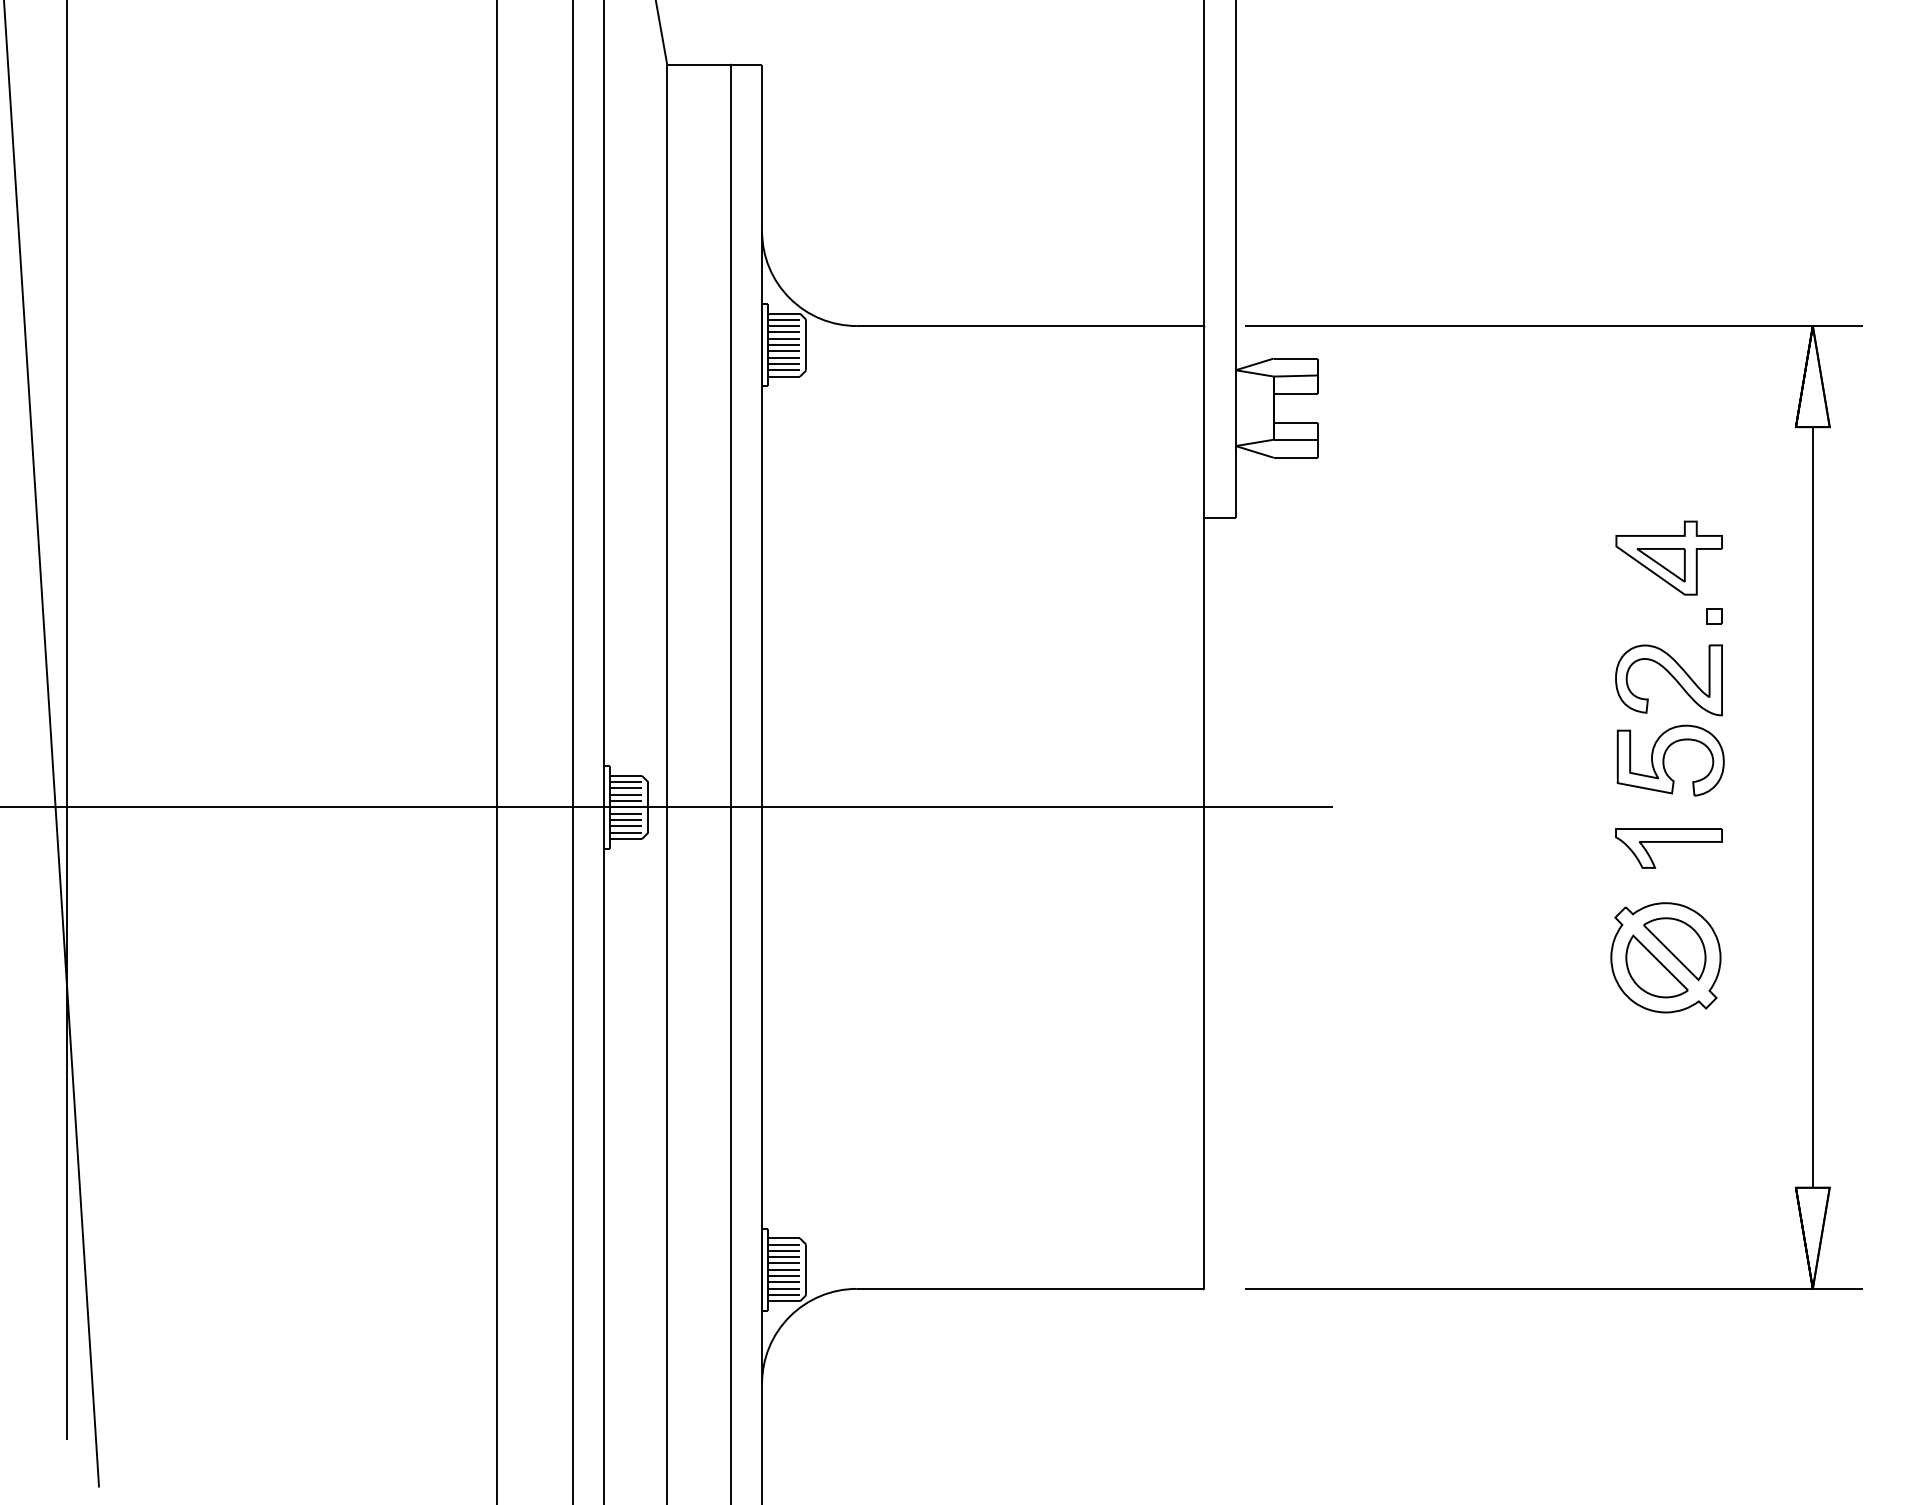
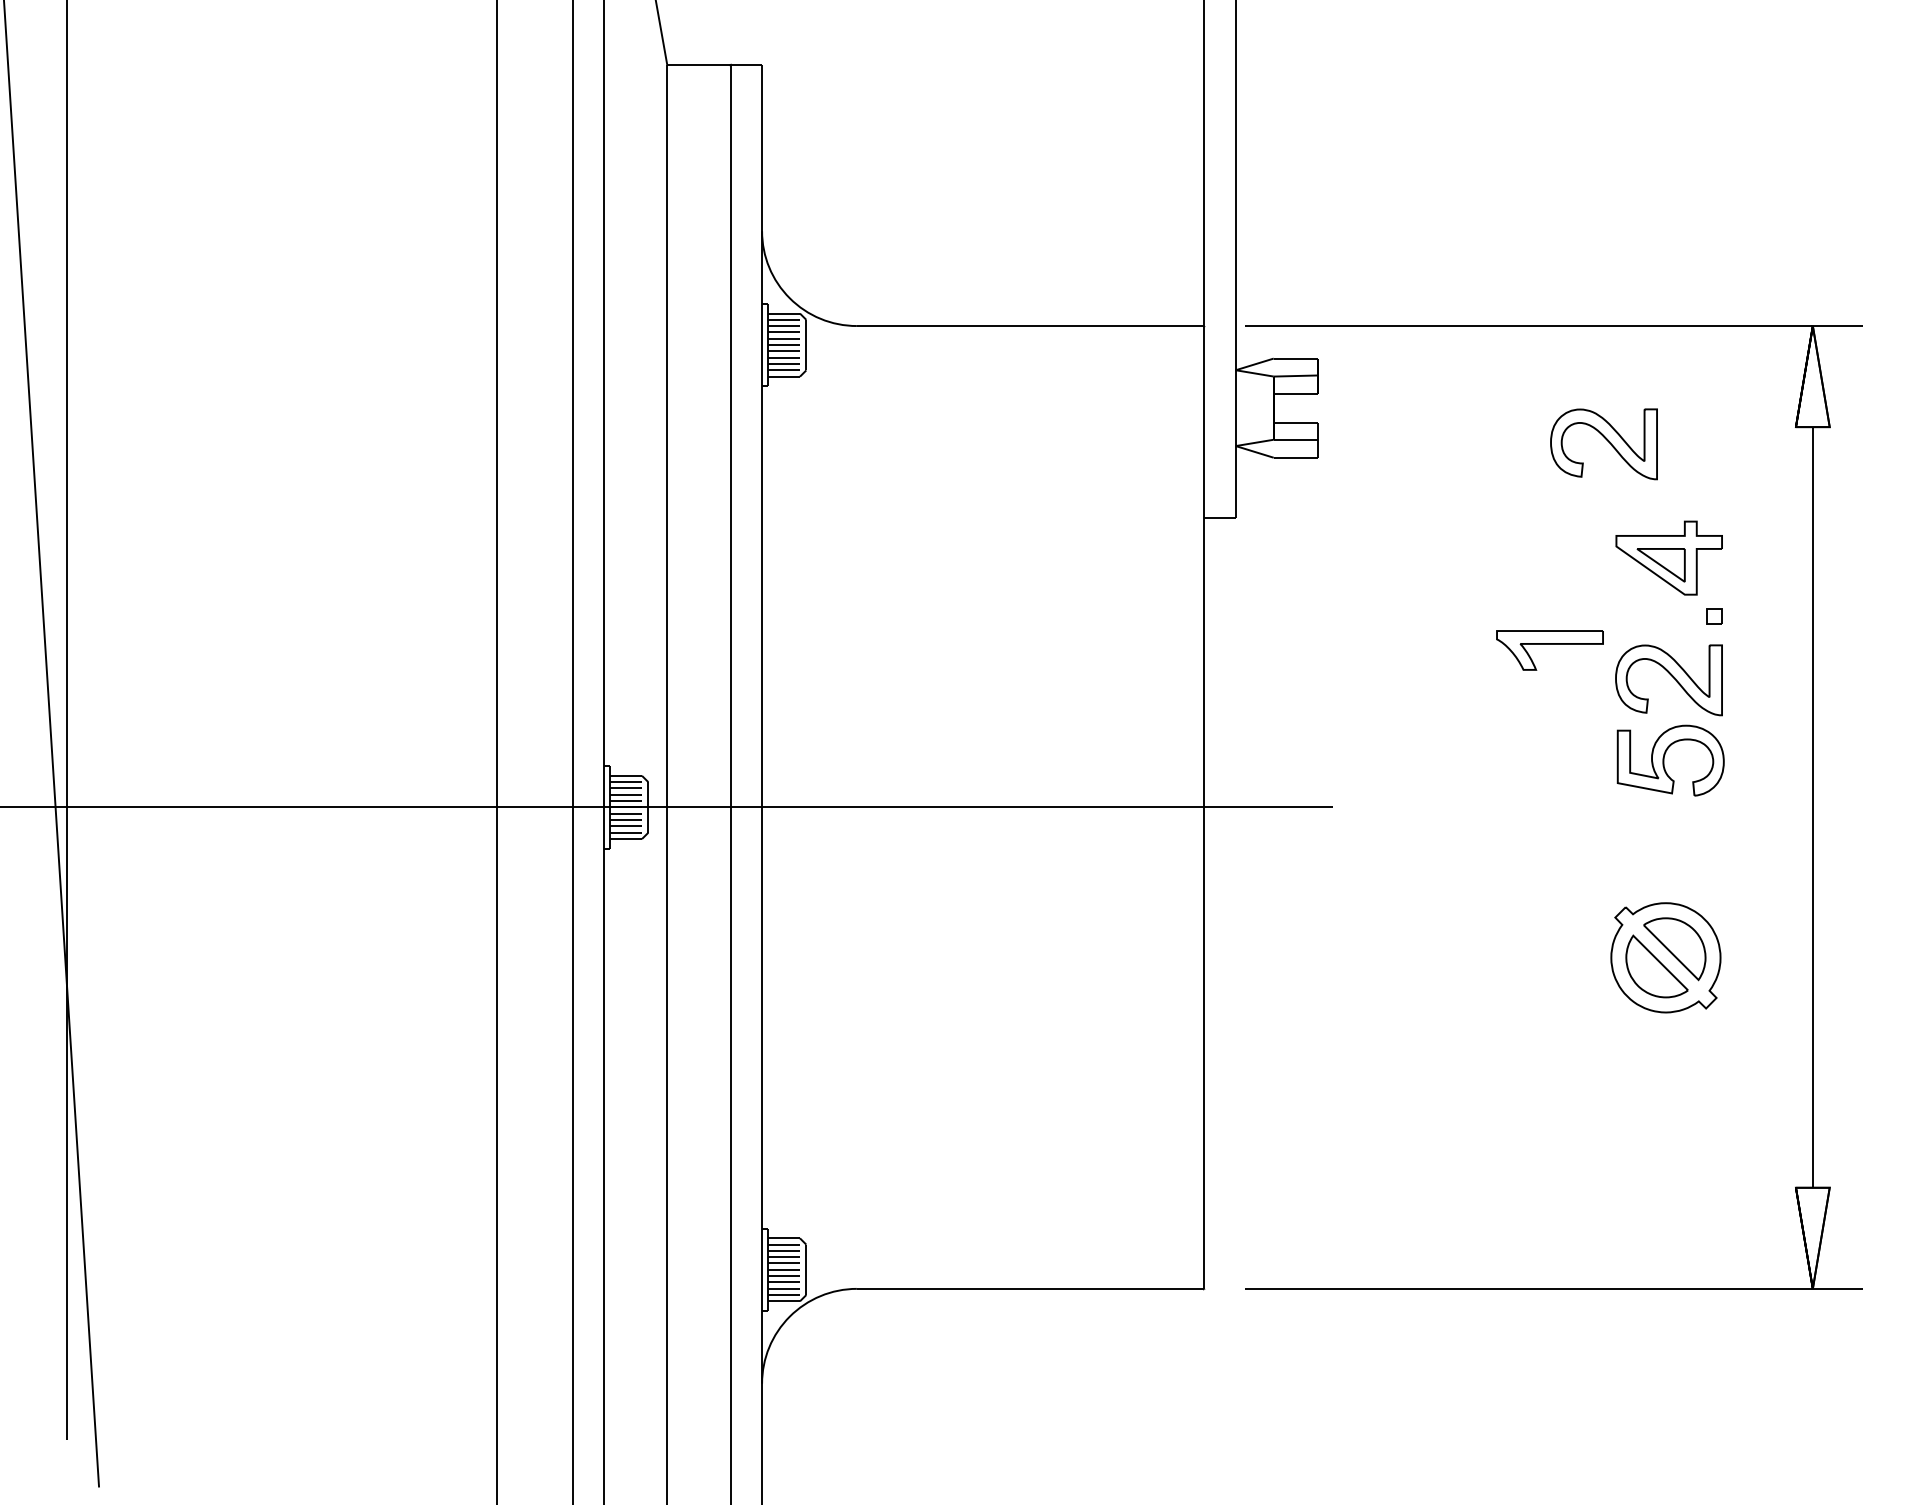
part at (1603, 444): none -> present
part at (1668, 848) position: (1668, 848) -> (1549, 650)
